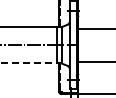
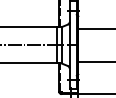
line at (28, 63): dashed -> solid
